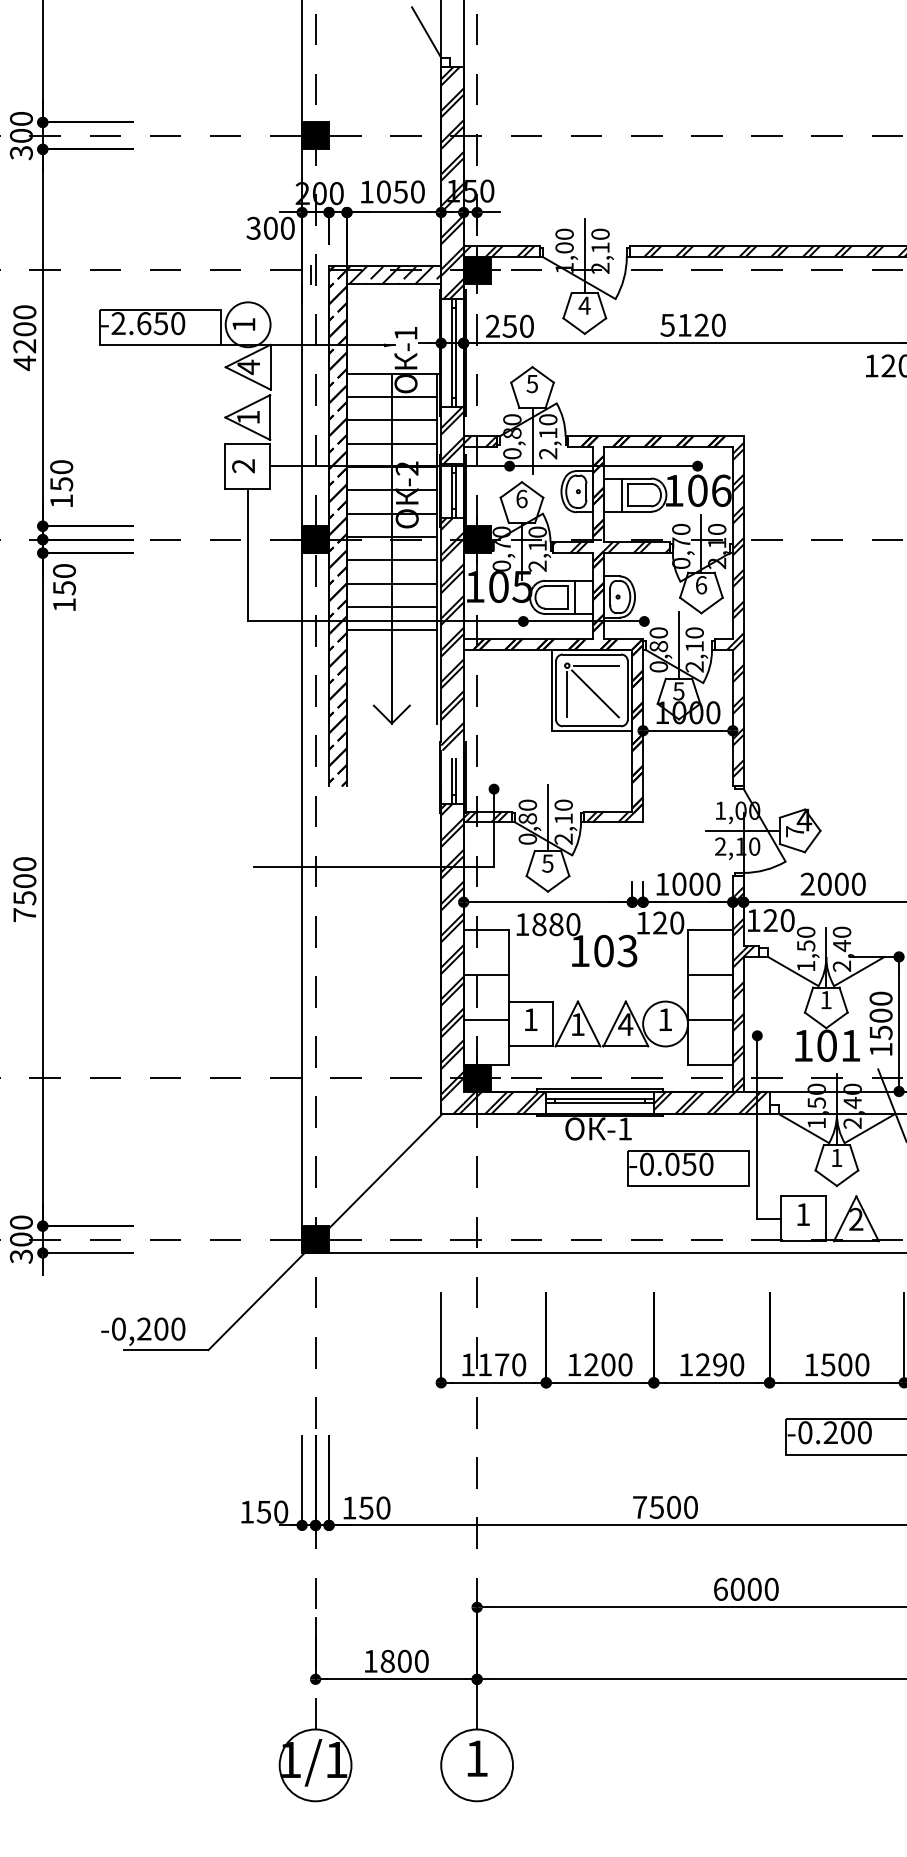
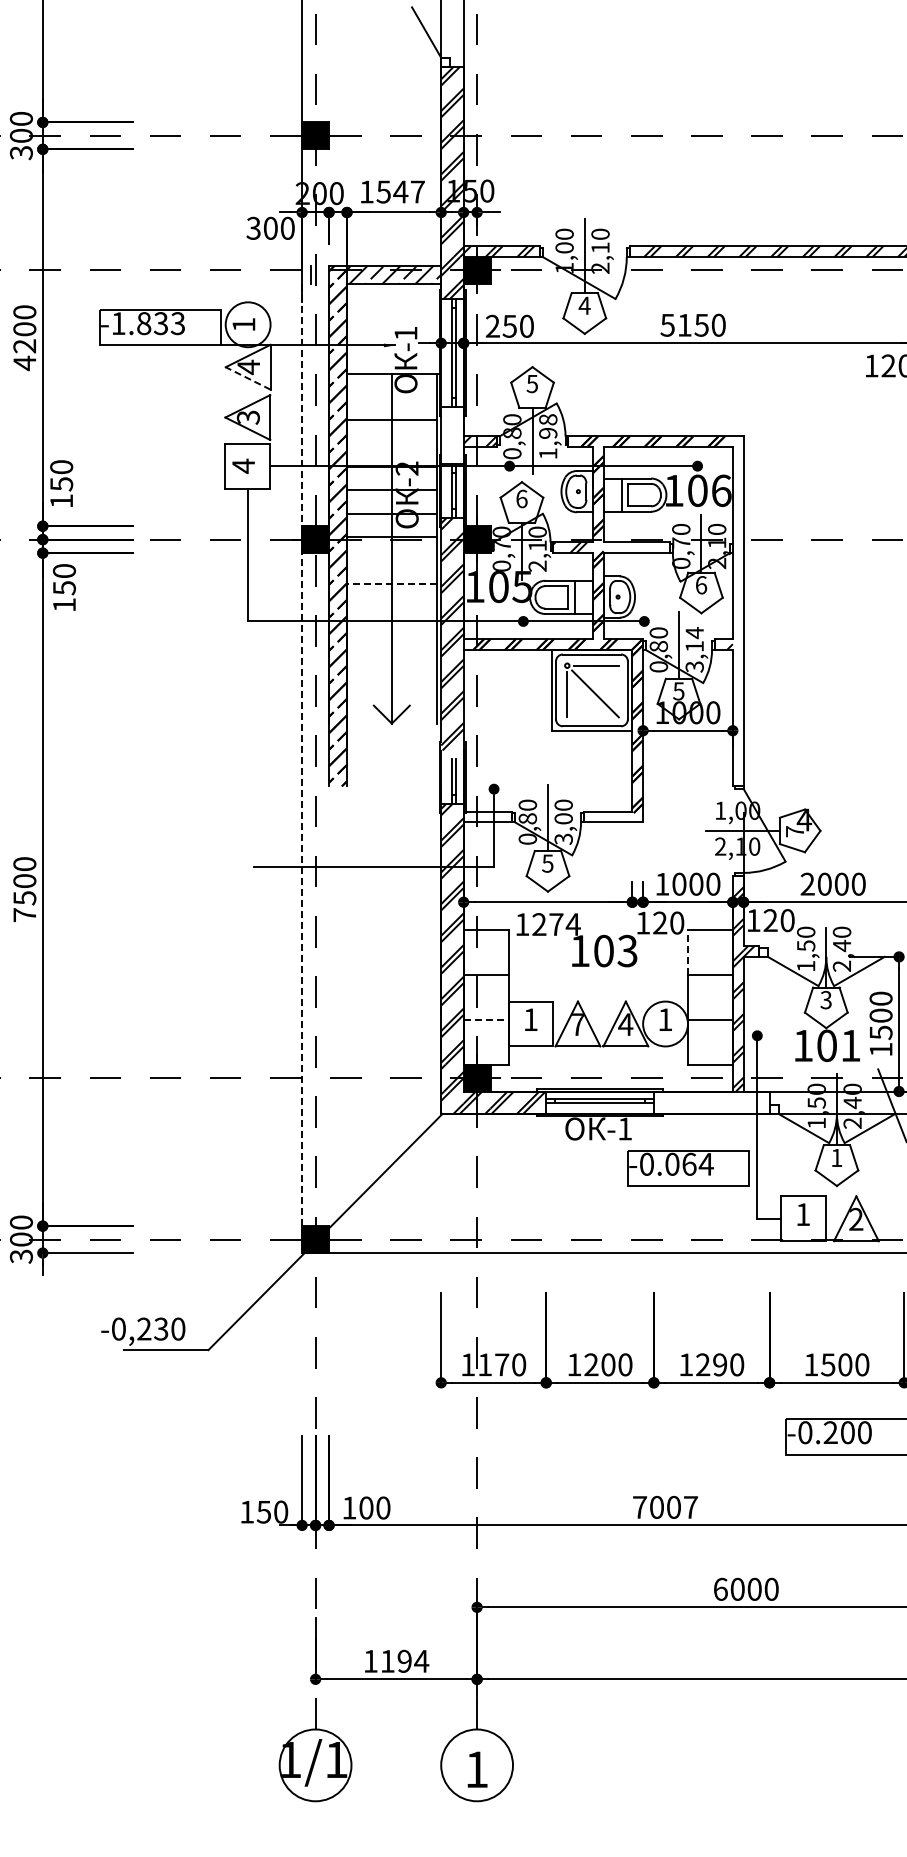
text at (400, 191): 1050 -> 1547
text at (148, 323): -2.650 -> -1.833
text at (701, 324): 5120 -> 5150
line at (247, 378): solid -> dashed
line at (391, 397): present -> none
text at (247, 417): 1 -> 3
hatch at (452, 435): present -> none
text at (548, 436): 2,10 -> 1,98
line at (391, 443): present -> none
text at (243, 465): 2 -> 4
hatch at (636, 547): present -> none
line at (391, 560): present -> none
line at (391, 583): solid -> dashed
line at (391, 606): present -> none
hatch at (737, 610): present -> none
line at (391, 630): present -> none
text at (694, 649): 2,10 -> 3,14
line at (302, 766): solid -> dashed
hatch at (485, 816): present -> none
hatch at (609, 816): present -> none
text at (563, 829): 2,10 -> 3,00
text at (556, 924): 1880 -> 1274
line at (687, 951): solid -> dashed
text at (825, 999): 1 -> 3
line at (486, 1019): solid -> dashed
text at (578, 1024): 1 -> 7
hatch at (710, 1102): present -> none
text at (697, 1163): -0.050 -> -0.064
text at (161, 1328): -0,200 -> -0,230
text at (673, 1506): 7500 -> 7007
text at (366, 1507): 150 -> 100
text at (404, 1660): 1800 -> 1194
text at (477, 1758) position: (477, 1758) -> (477, 1769)
